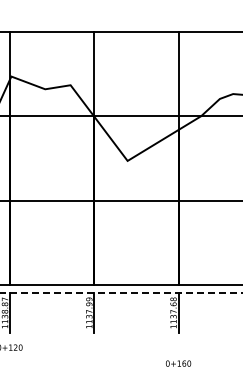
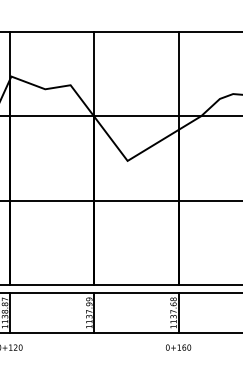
line at (121, 293): dashed -> solid
line at (120, 332): none -> present
text at (178, 363) position: (178, 363) -> (178, 347)
